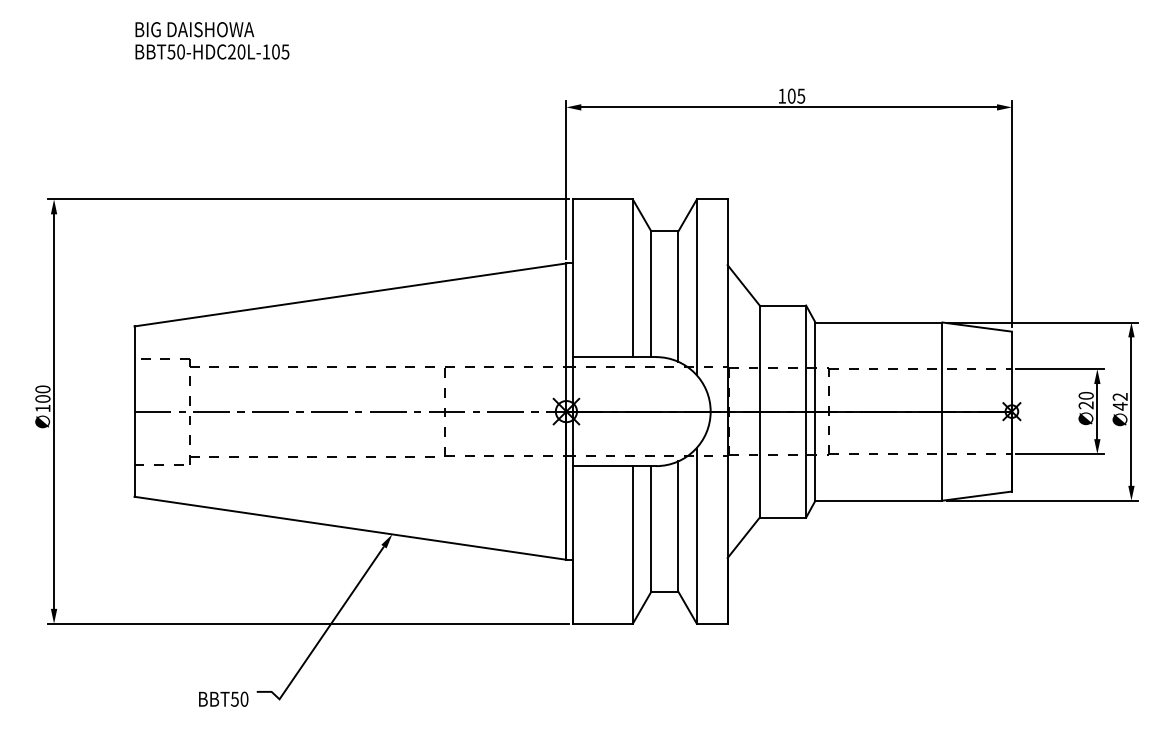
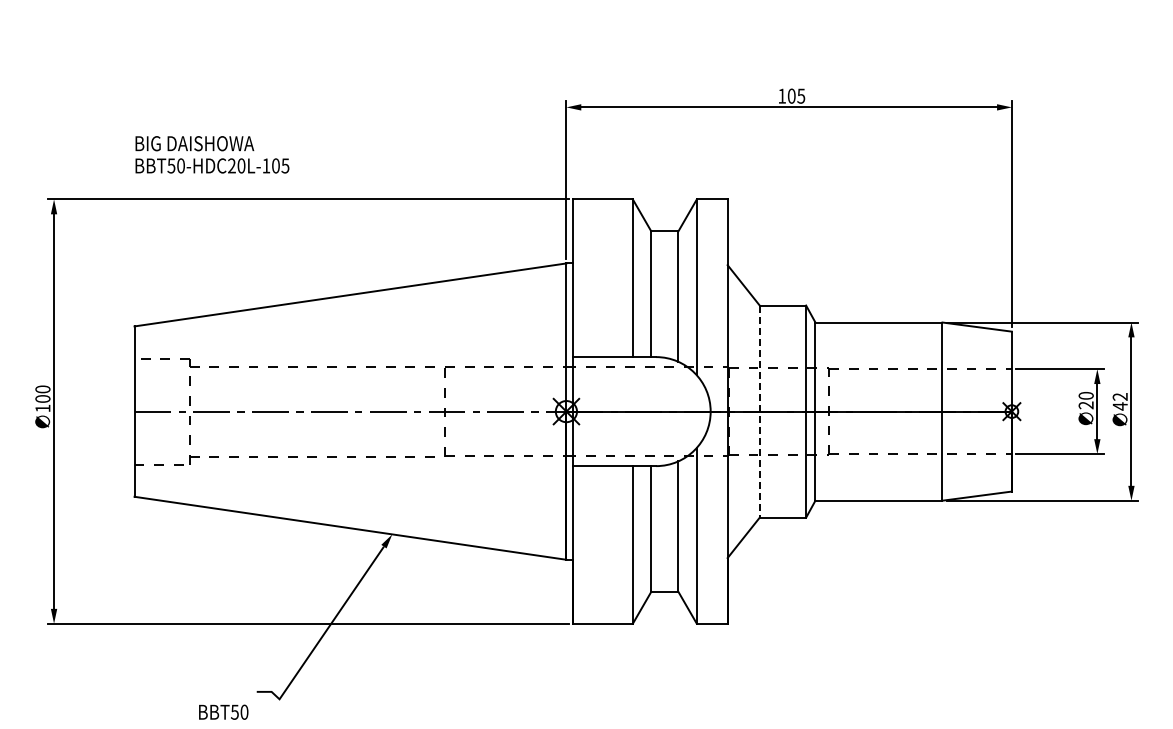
text at (212, 40) position: (212, 40) -> (212, 154)
line at (759, 412): solid -> dashed
text at (223, 698) position: (223, 698) -> (223, 711)
